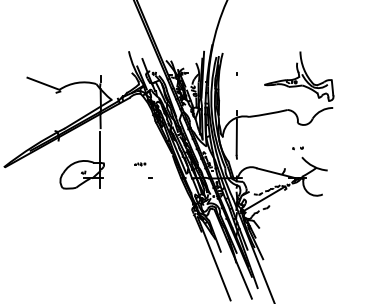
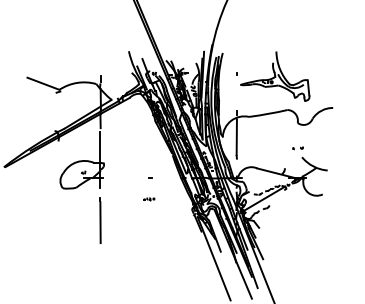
part at (299, 76) position: (299, 76) -> (275, 76)
part at (140, 164) position: (140, 164) -> (149, 199)
line at (100, 220): none -> present
